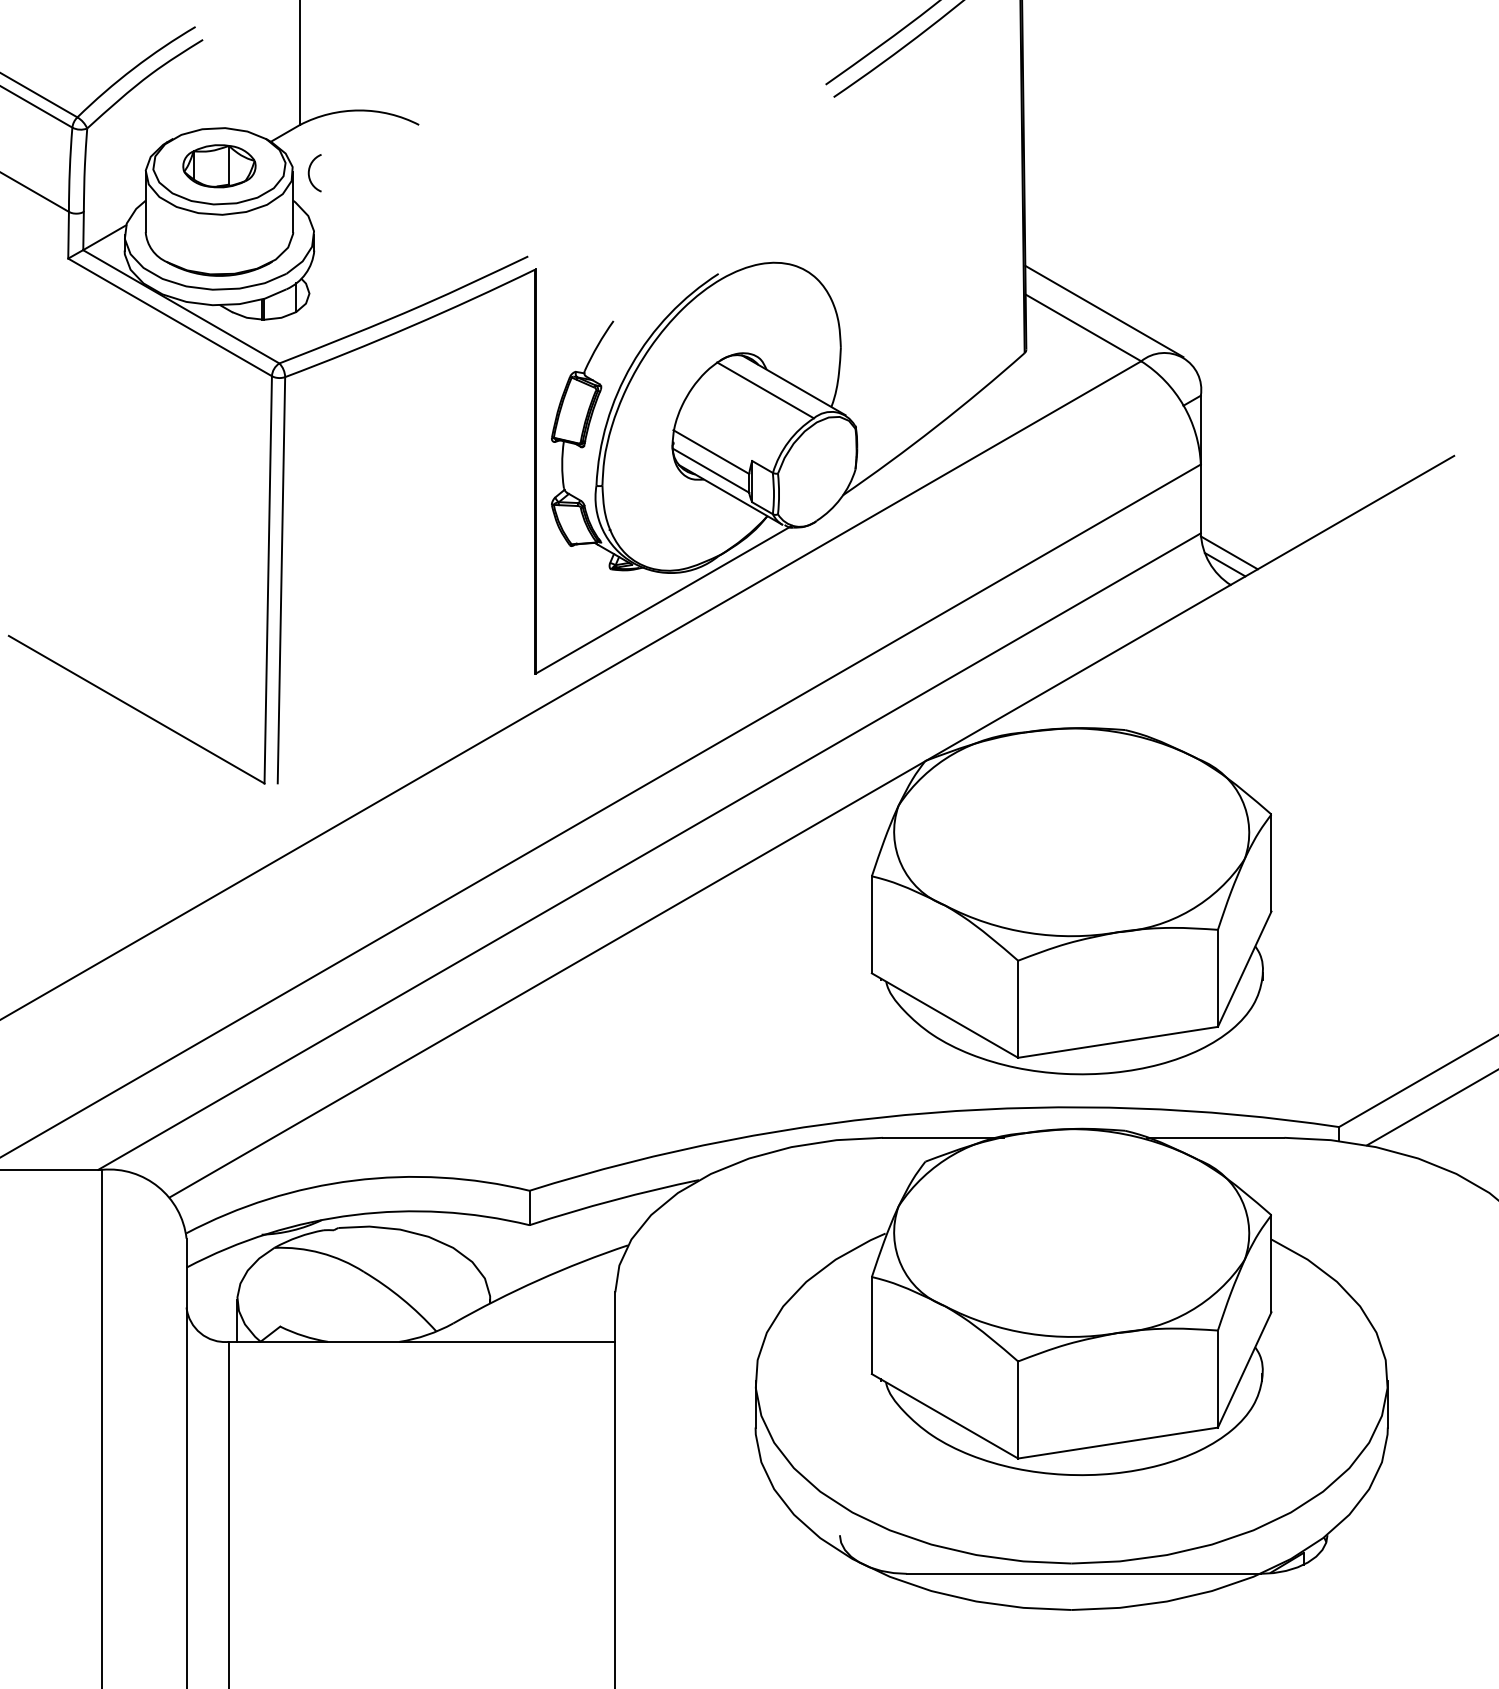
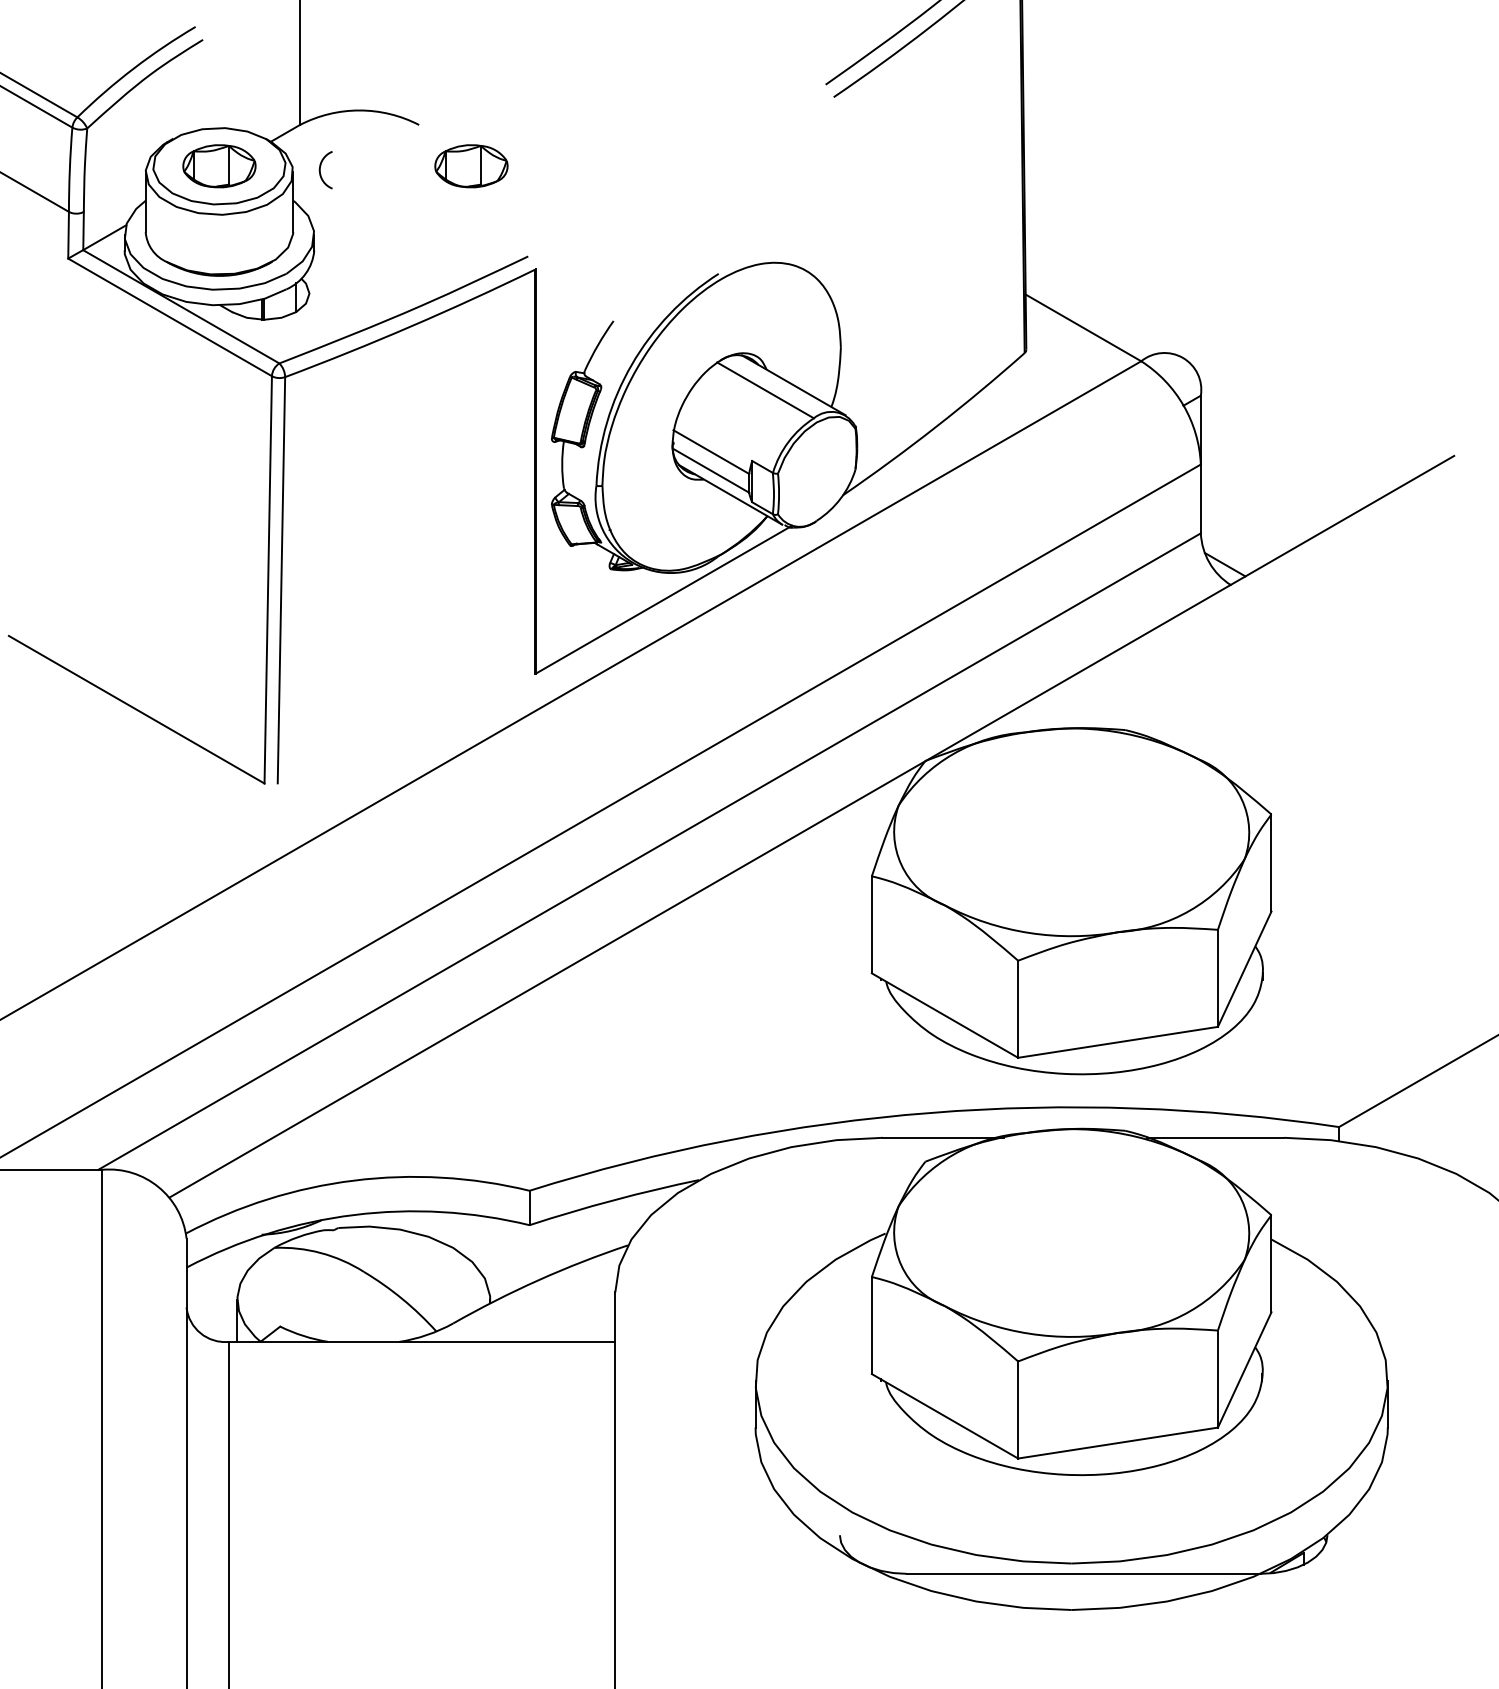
part at (471, 166): none -> present
arc at (309, 173) position: (309, 173) -> (320, 170)
line at (1104, 311): present -> none
line at (1228, 552): present -> none
line at (1431, 1108): present -> none
